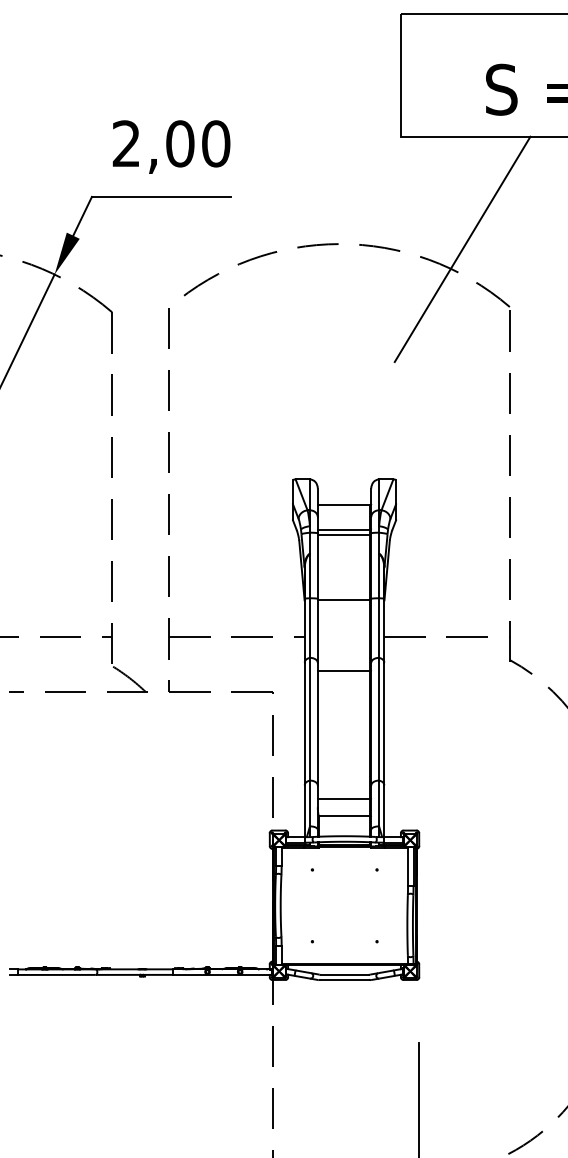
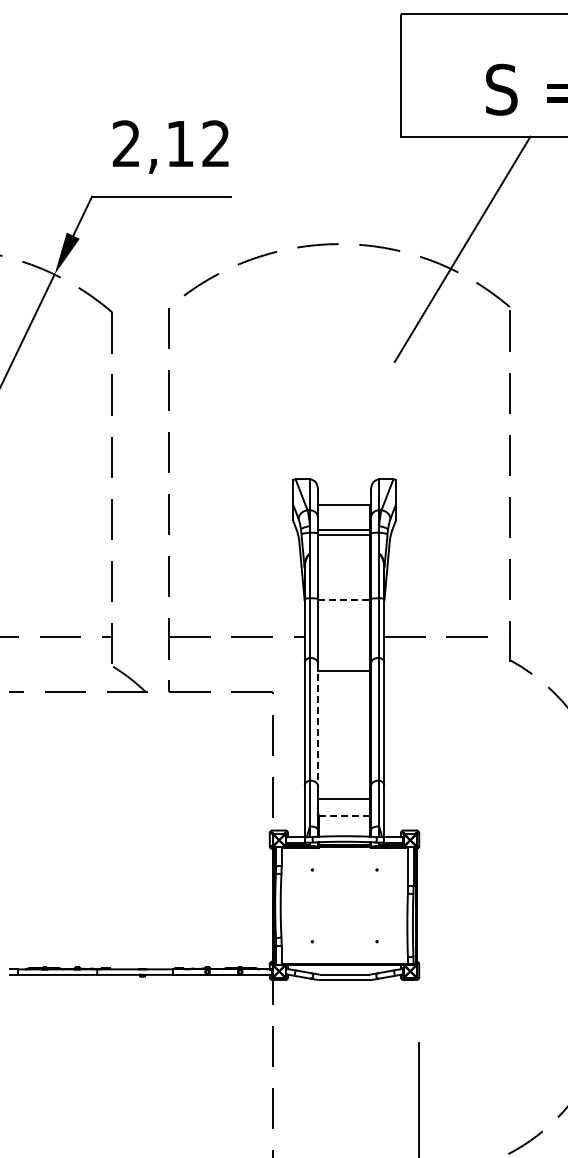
text at (198, 143): 2,00 -> 2,12
line at (344, 600): solid -> dashed
line at (317, 724): solid -> dashed
line at (344, 816): solid -> dashed
